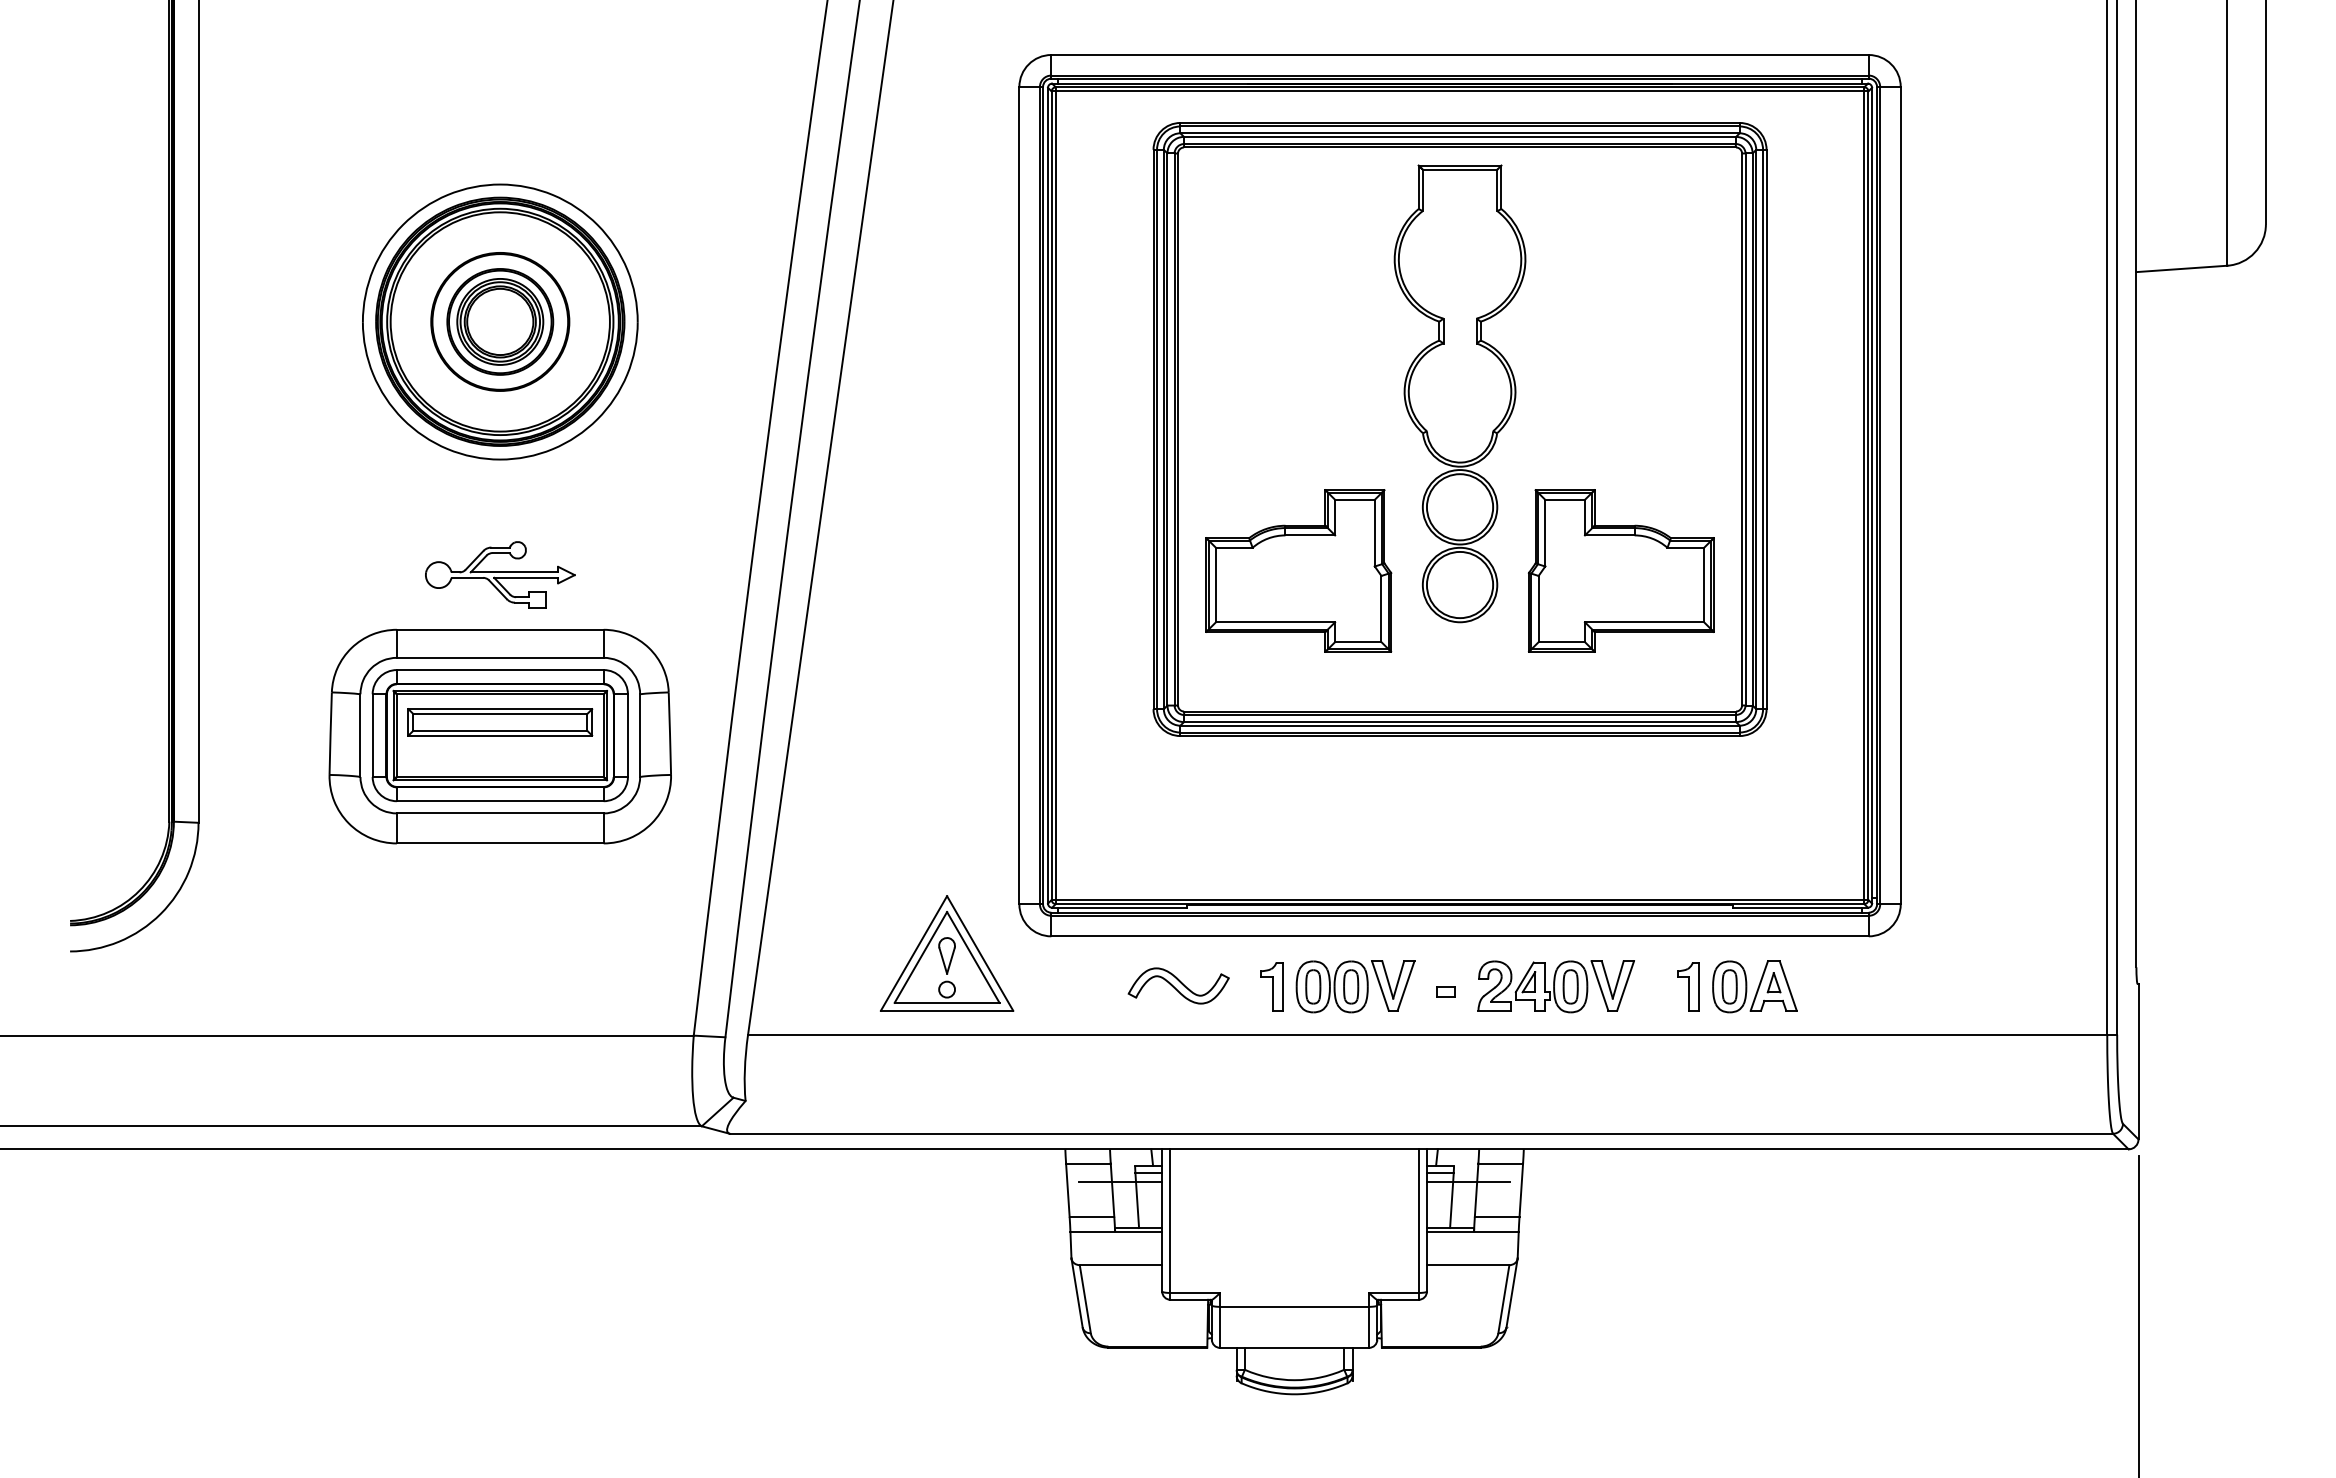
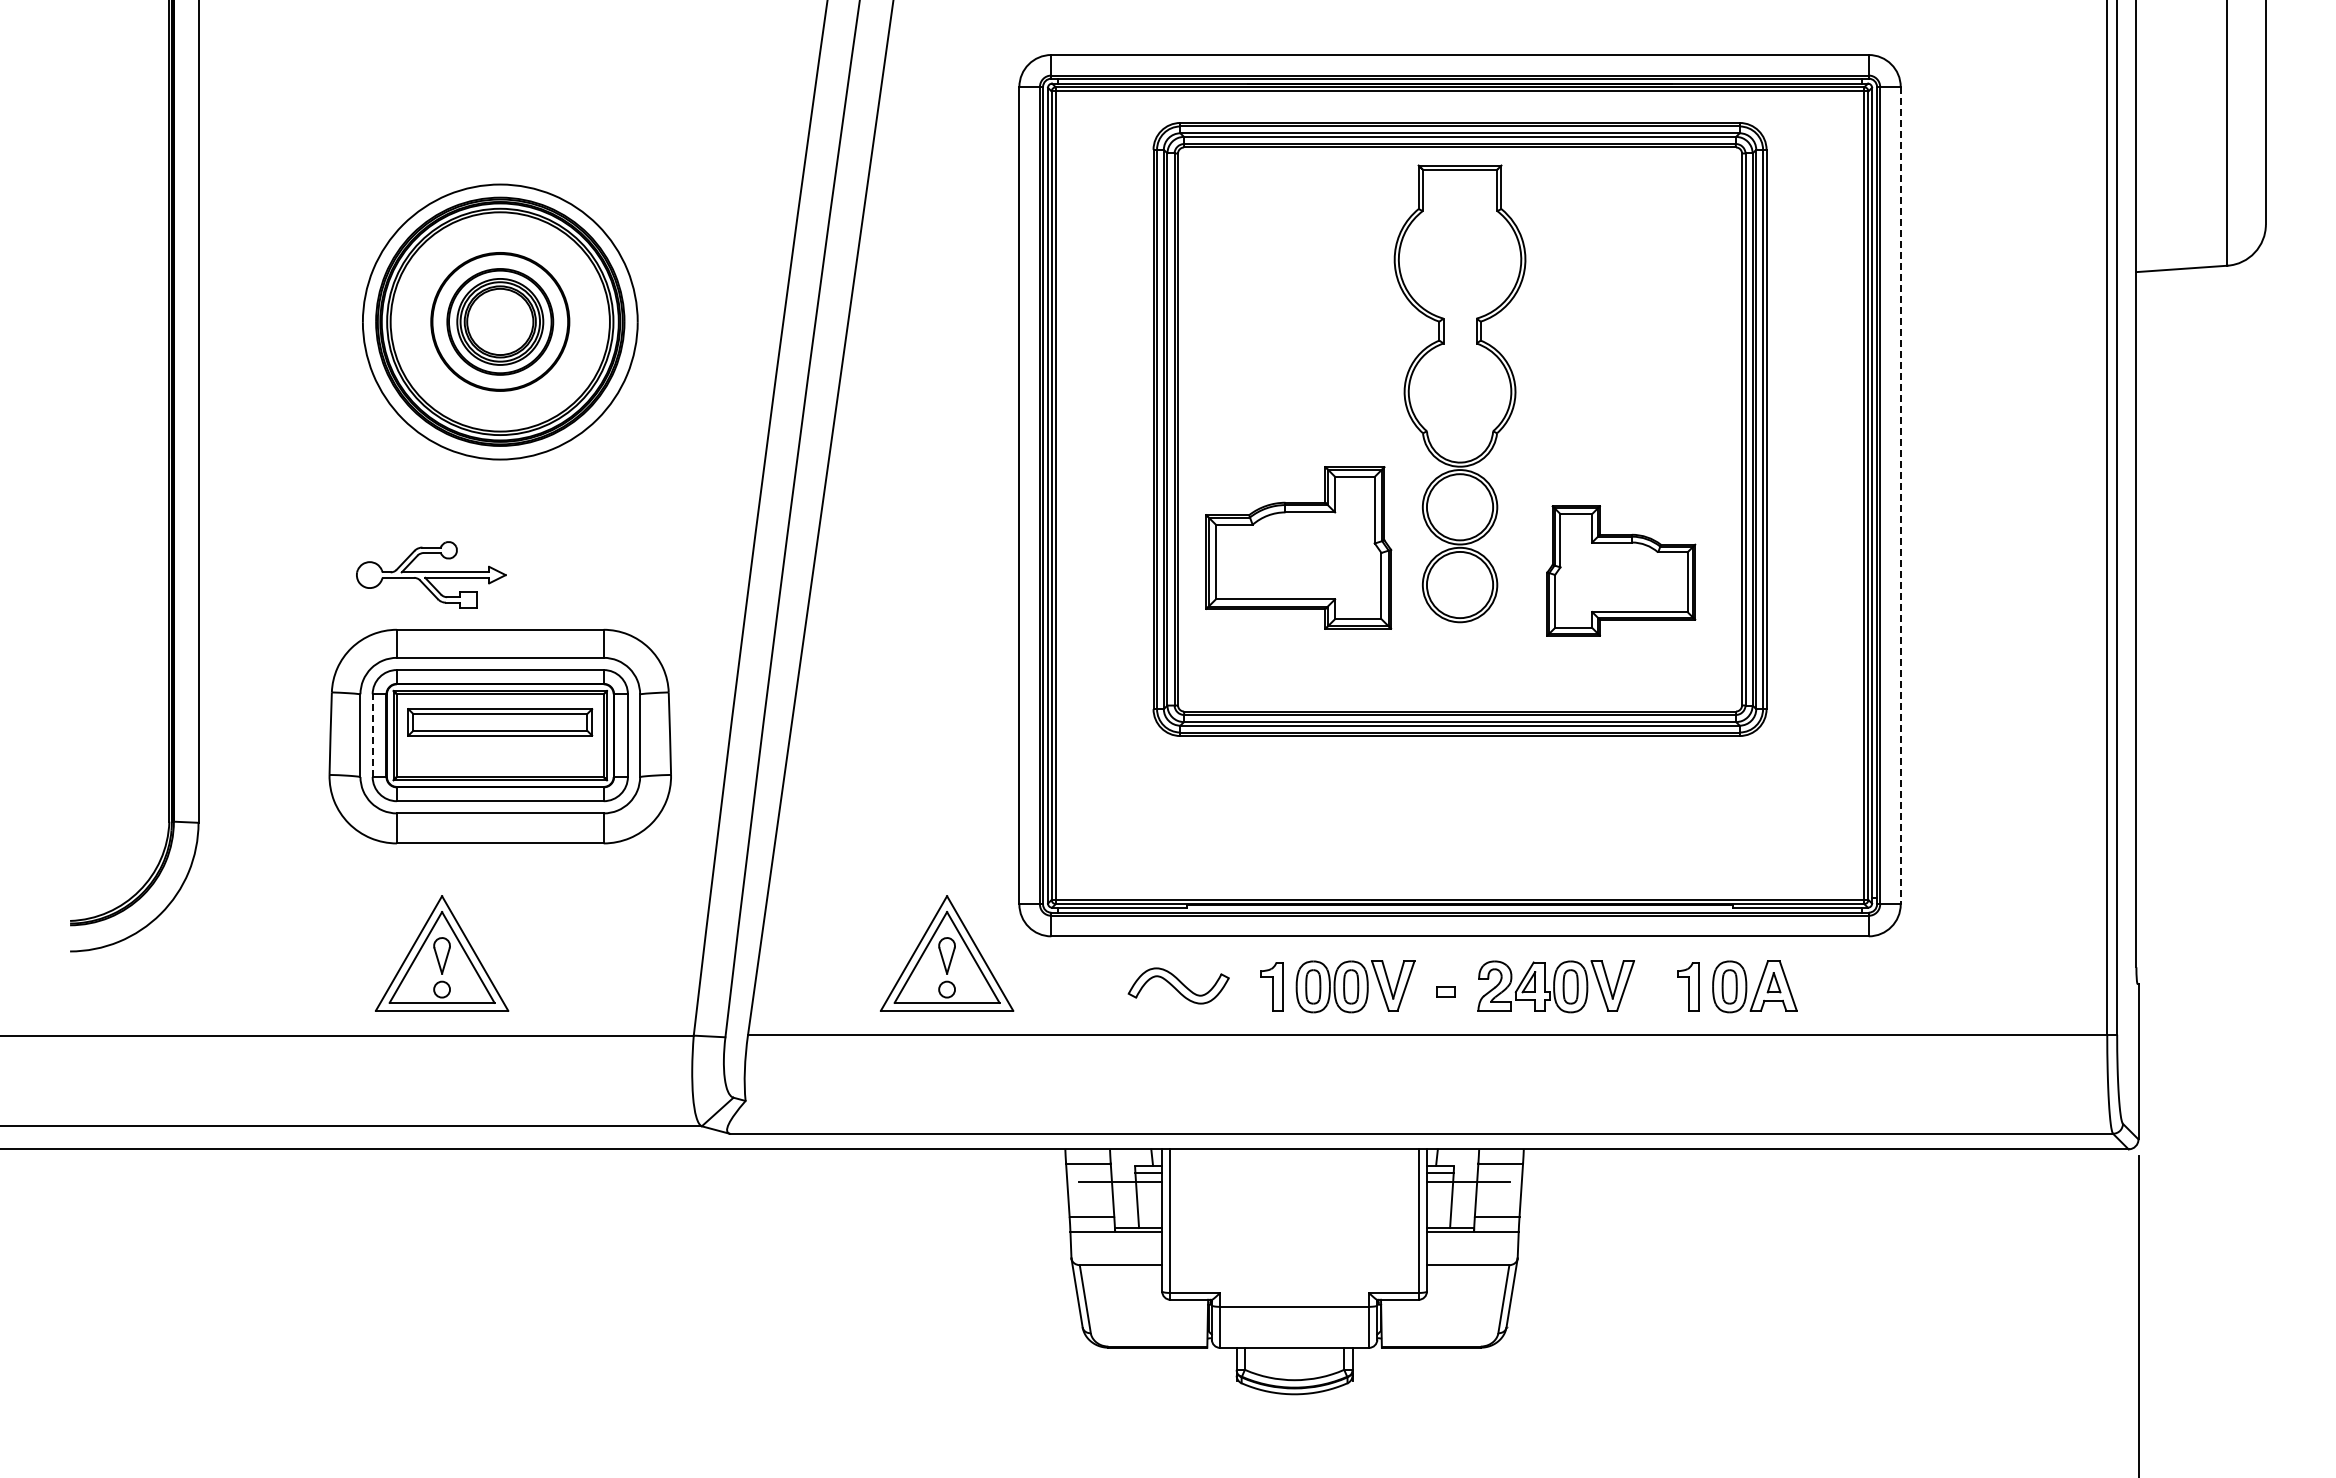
line at (1900, 495): solid -> dashed
part at (1298, 570) position: (1298, 570) -> (1298, 547)
part at (1620, 570) size: 188x164 px -> 151x132 px
part at (500, 574) position: (500, 574) -> (431, 574)
line at (372, 735): solid -> dashed
part at (442, 953): none -> present
